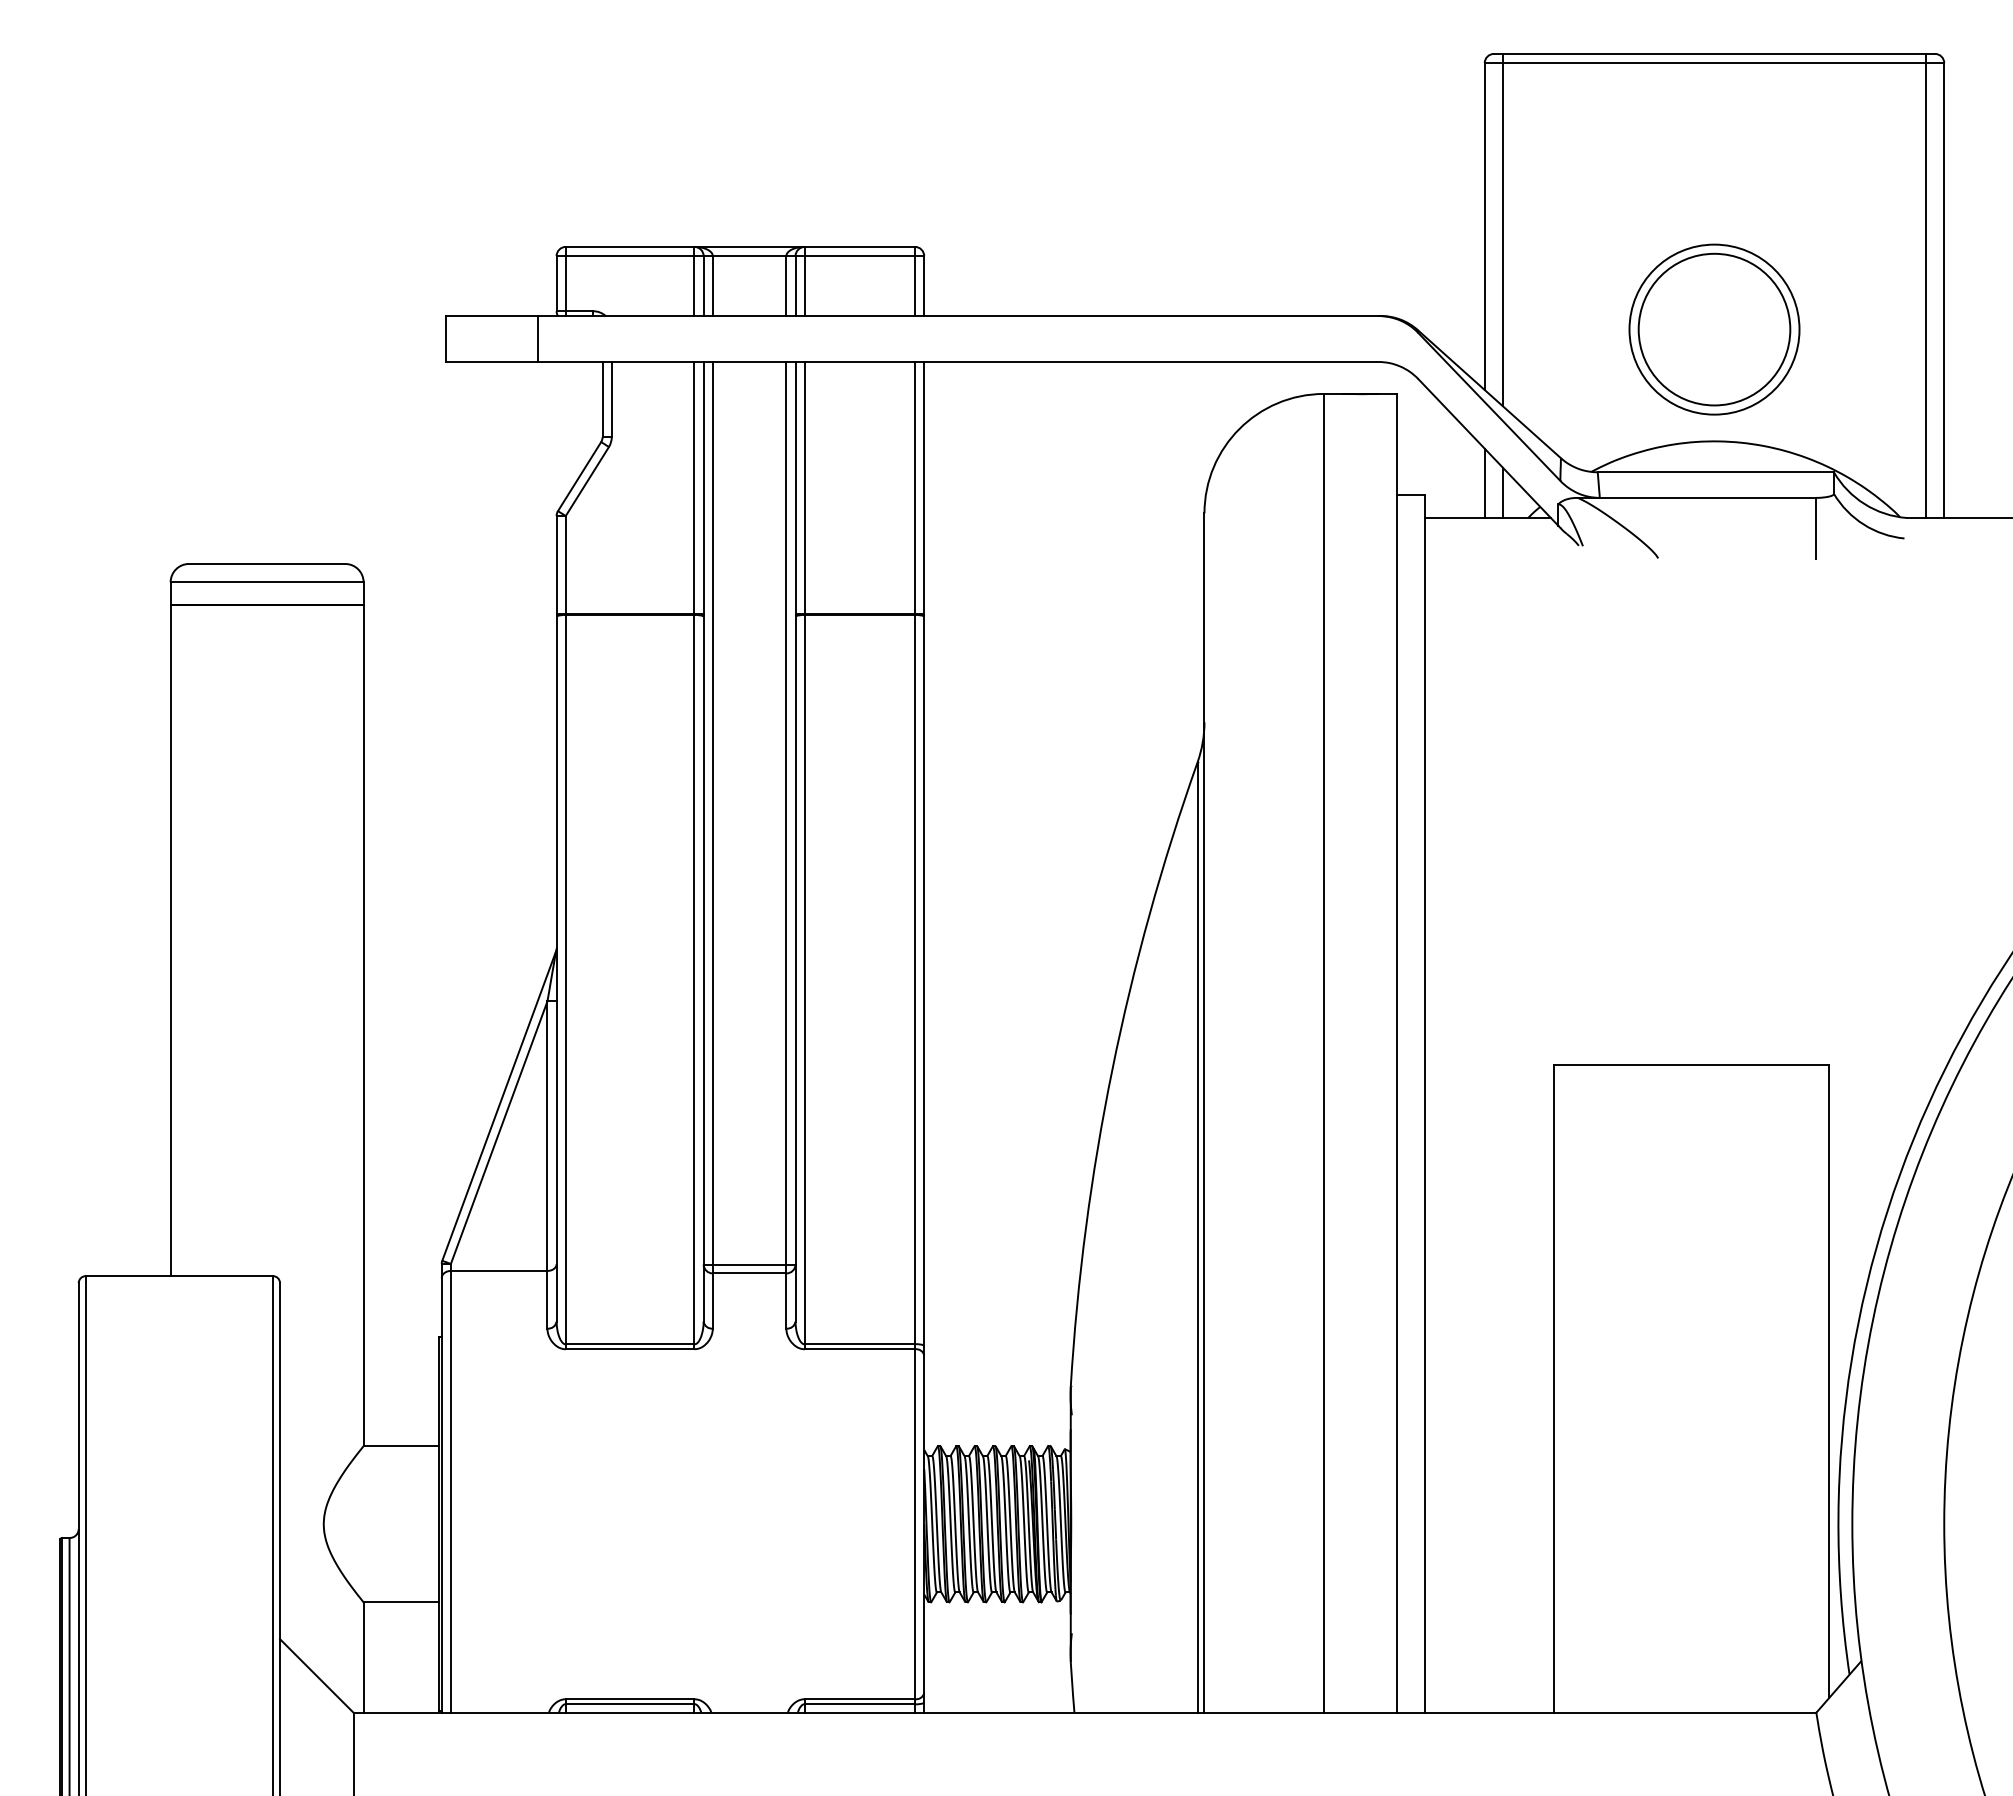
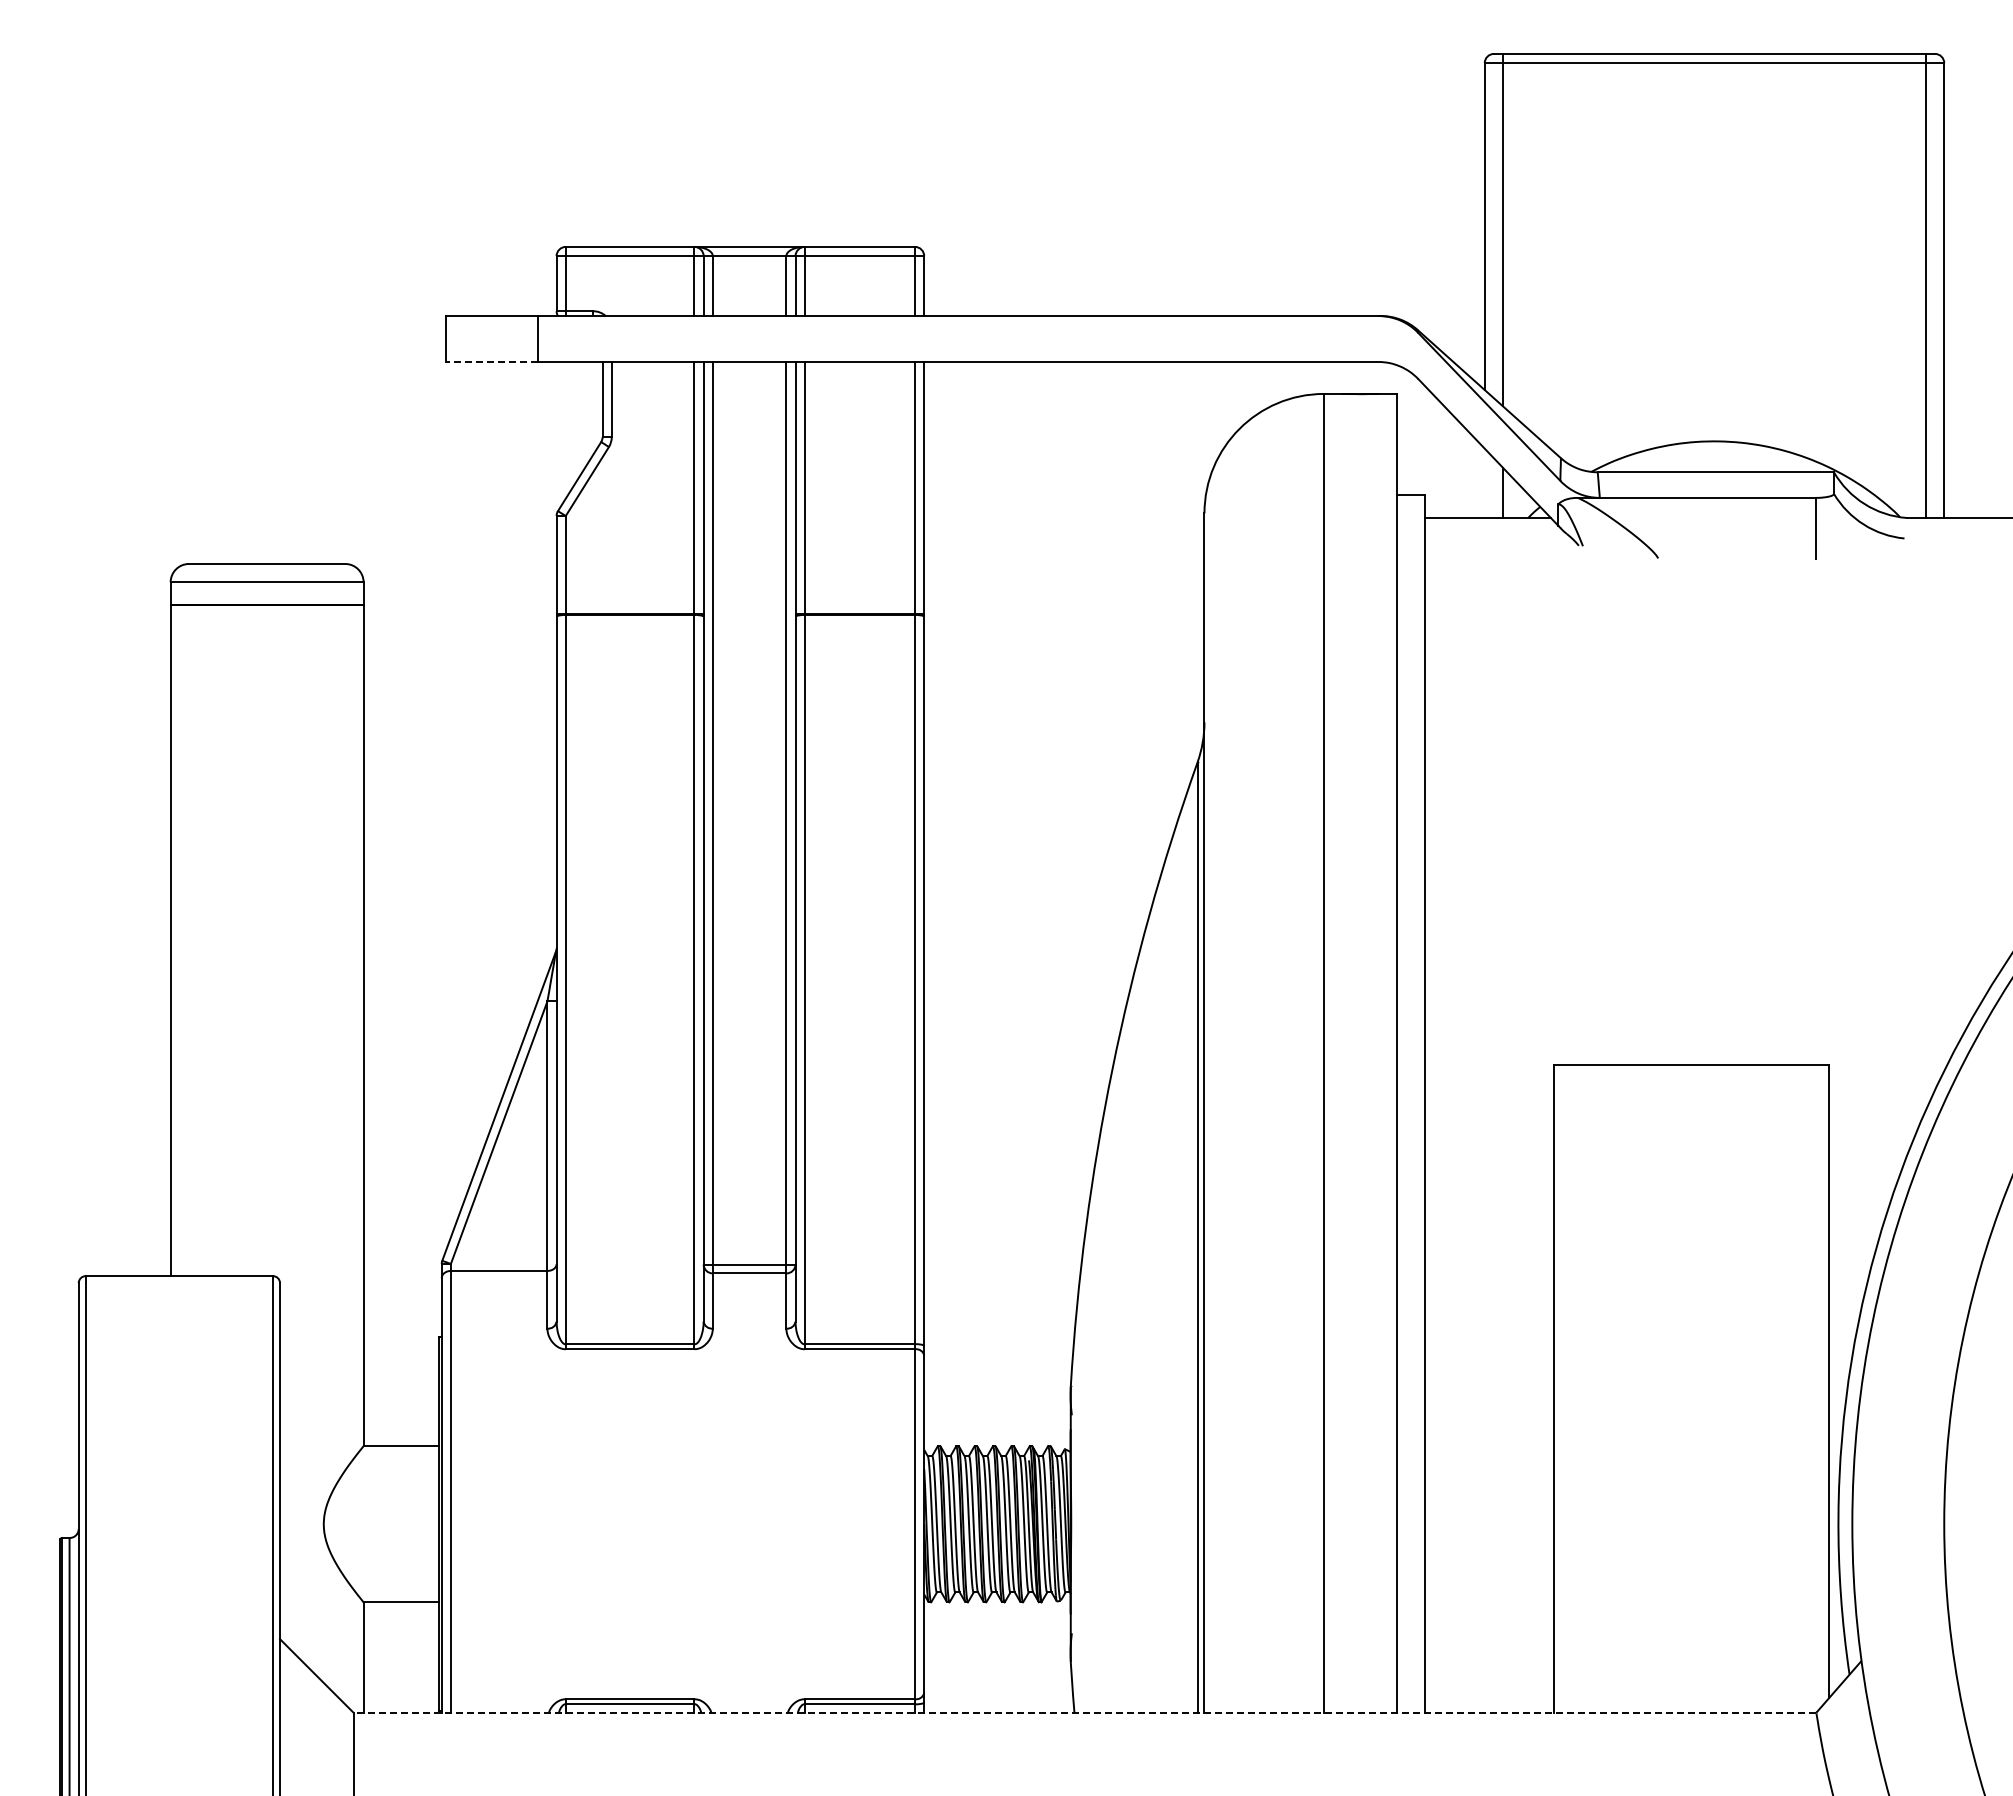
part at (1714, 329): present -> none
line at (492, 361): solid -> dashed
line at (1484, 483): present -> none
line at (1084, 1712): solid -> dashed
